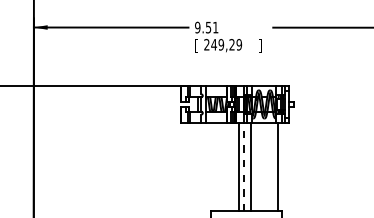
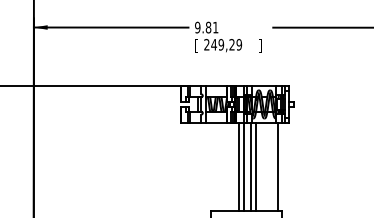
text at (208, 27): 9.51 -> 9.81
line at (243, 166): dashed -> solid
line at (255, 167): none -> present
